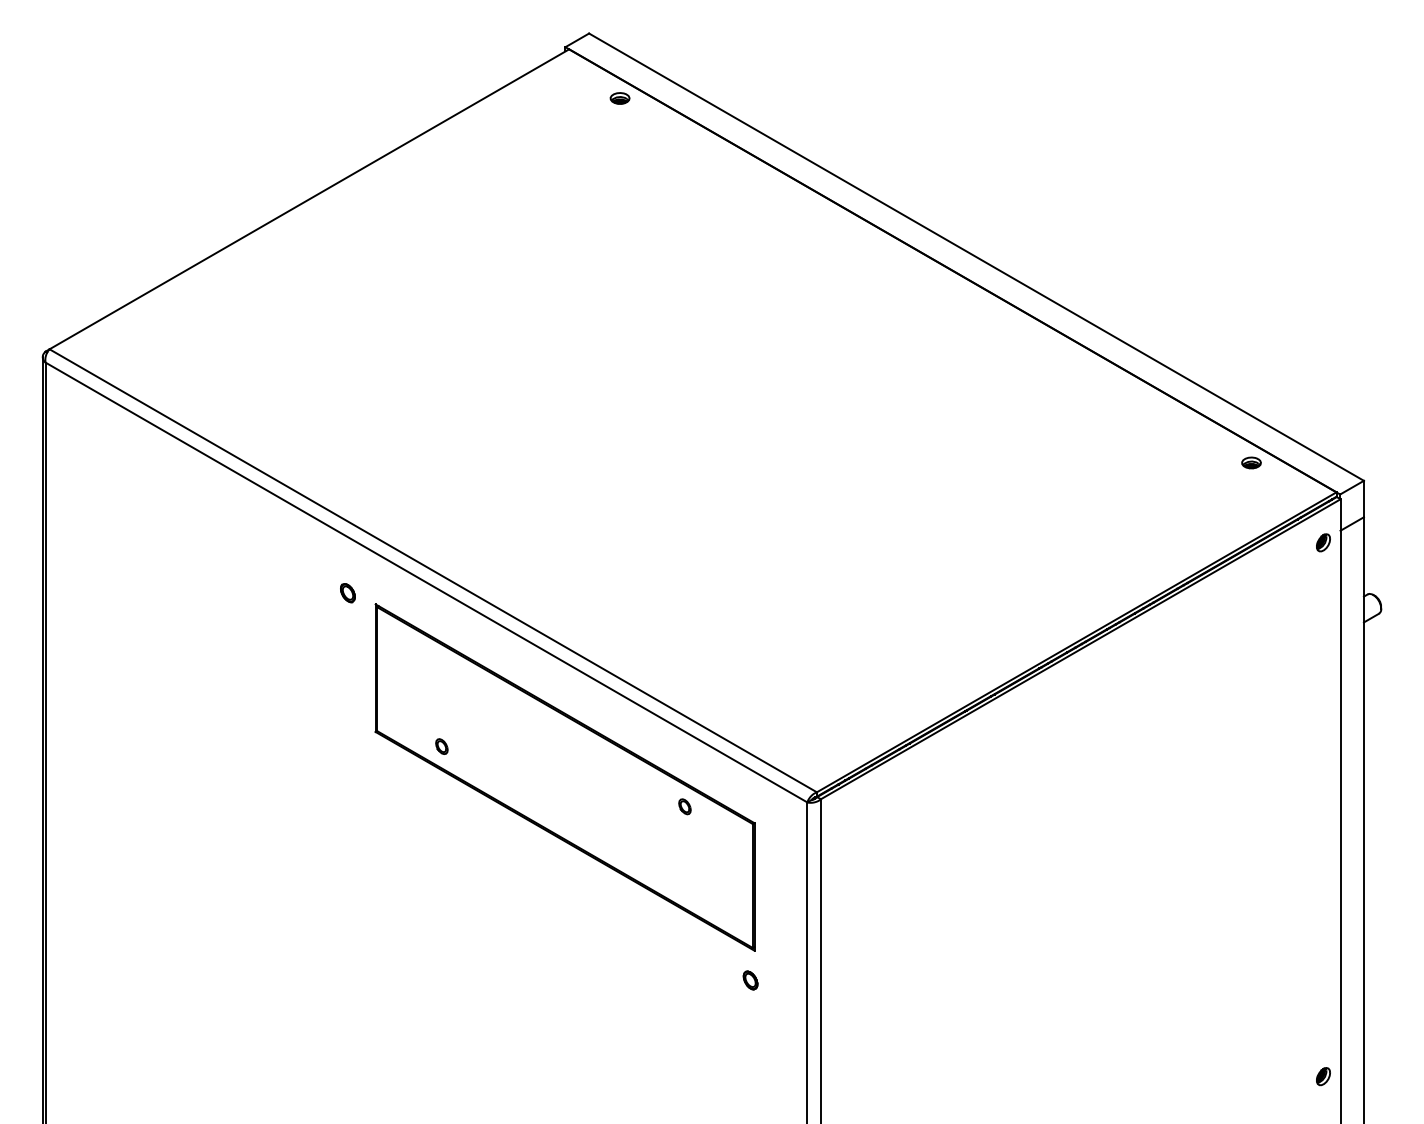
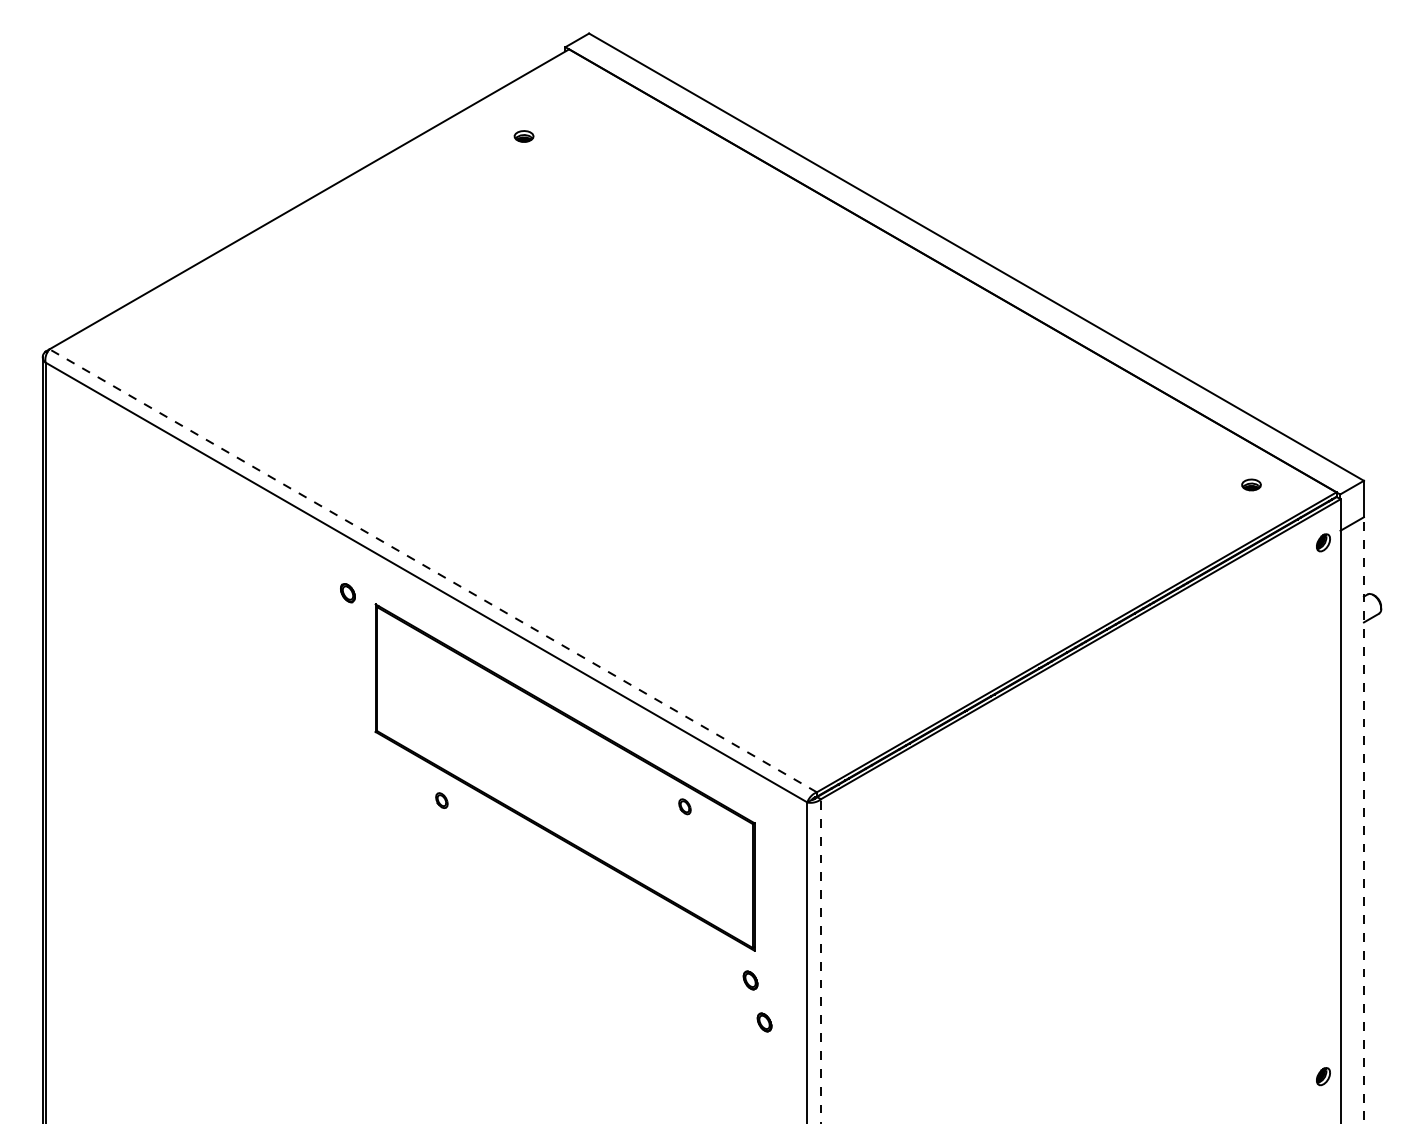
part at (619, 98) position: (619, 98) -> (523, 136)
part at (1251, 462) position: (1251, 462) -> (1251, 484)
line at (432, 570): solid -> dashed
part at (441, 746) position: (441, 746) -> (441, 800)
line at (1363, 820): solid -> dashed
line at (820, 961): solid -> dashed
part at (764, 1022): none -> present
